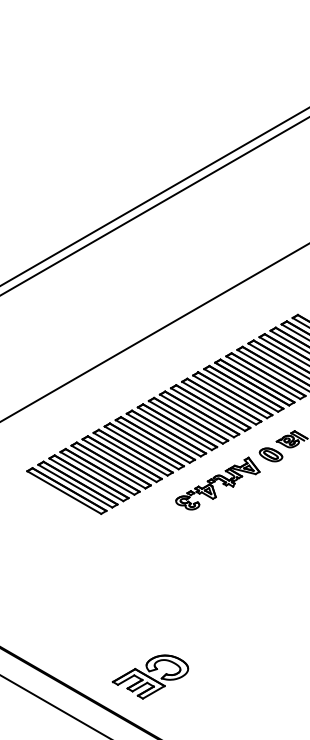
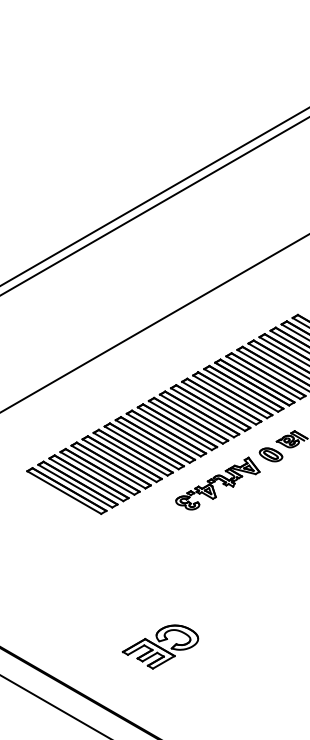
line at (154, 332) position: (154, 332) -> (154, 323)
part at (150, 676) position: (150, 676) -> (160, 646)
